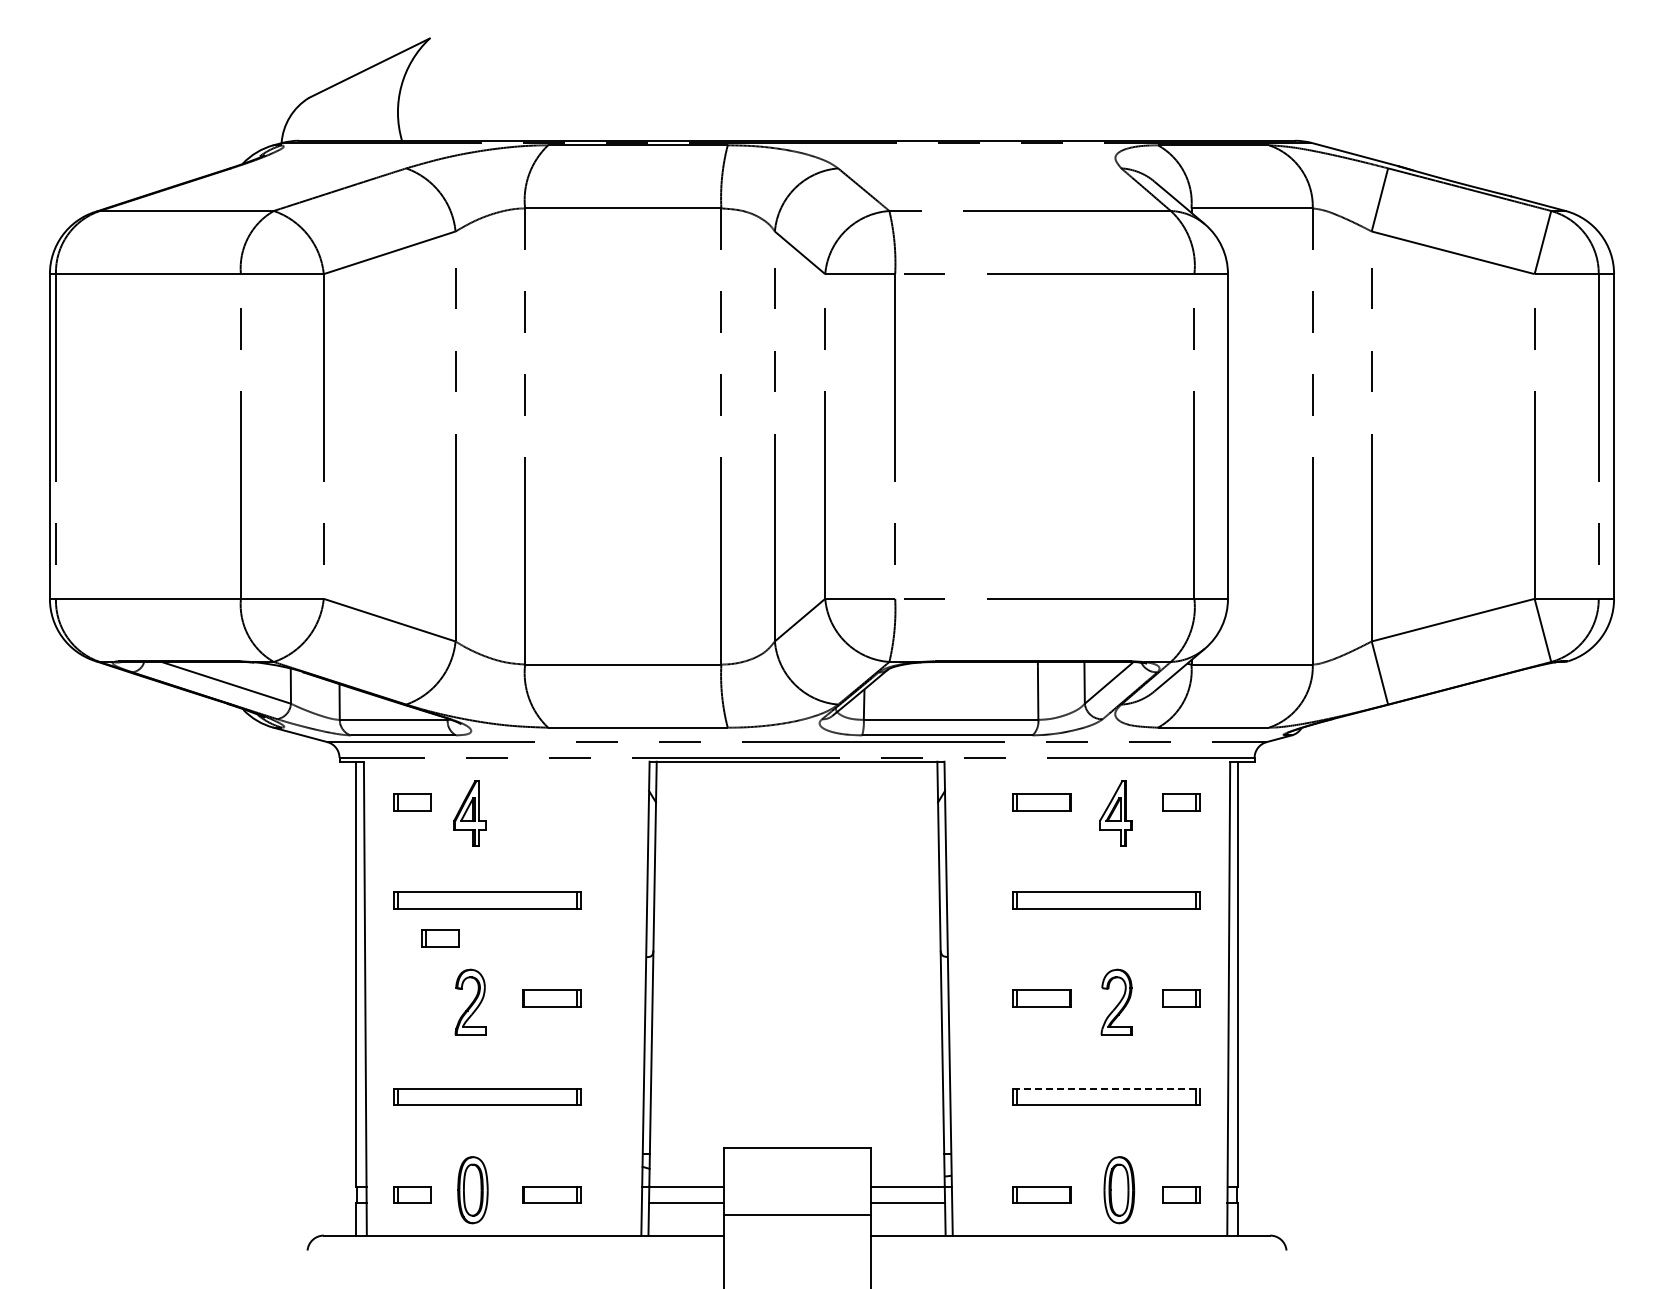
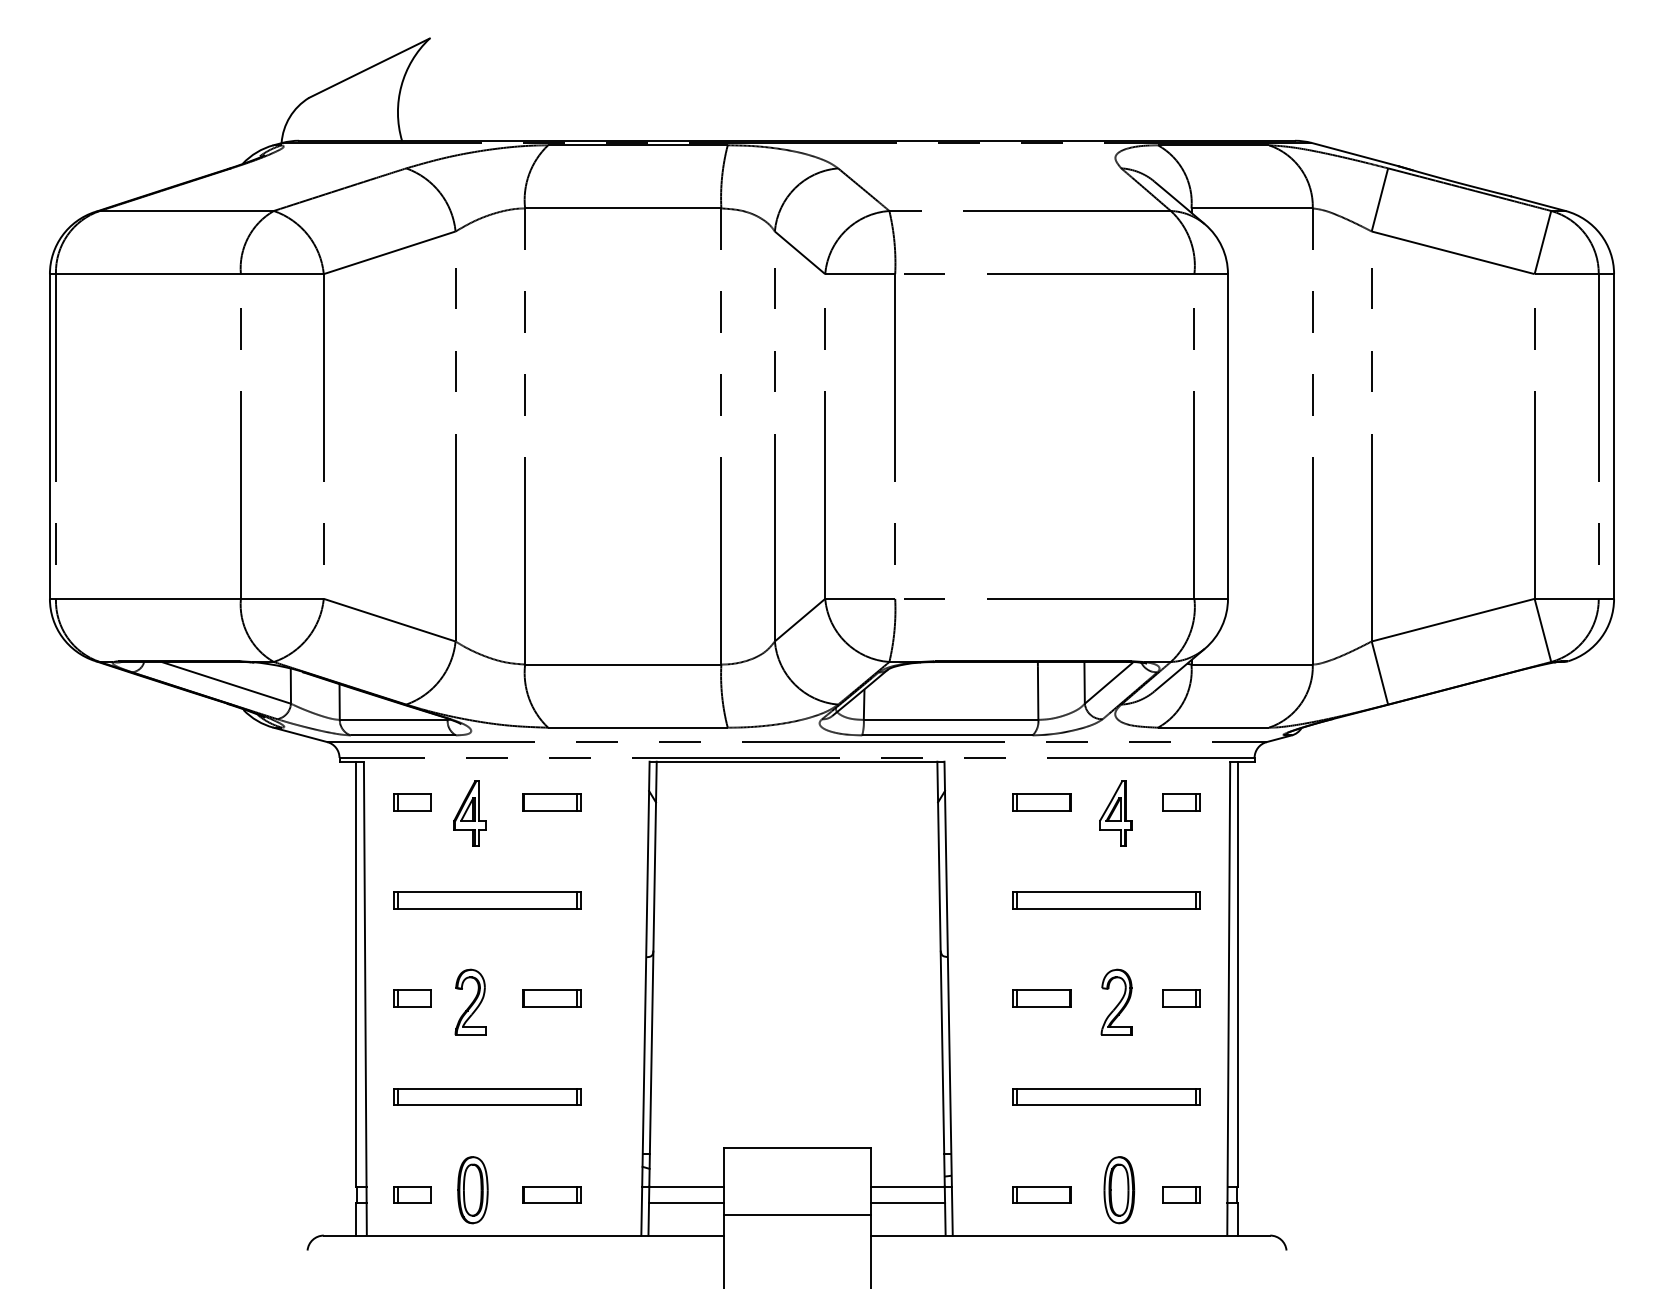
part at (551, 802): none -> present
part at (440, 938) position: (440, 938) -> (412, 998)
line at (1106, 1088): dashed -> solid
